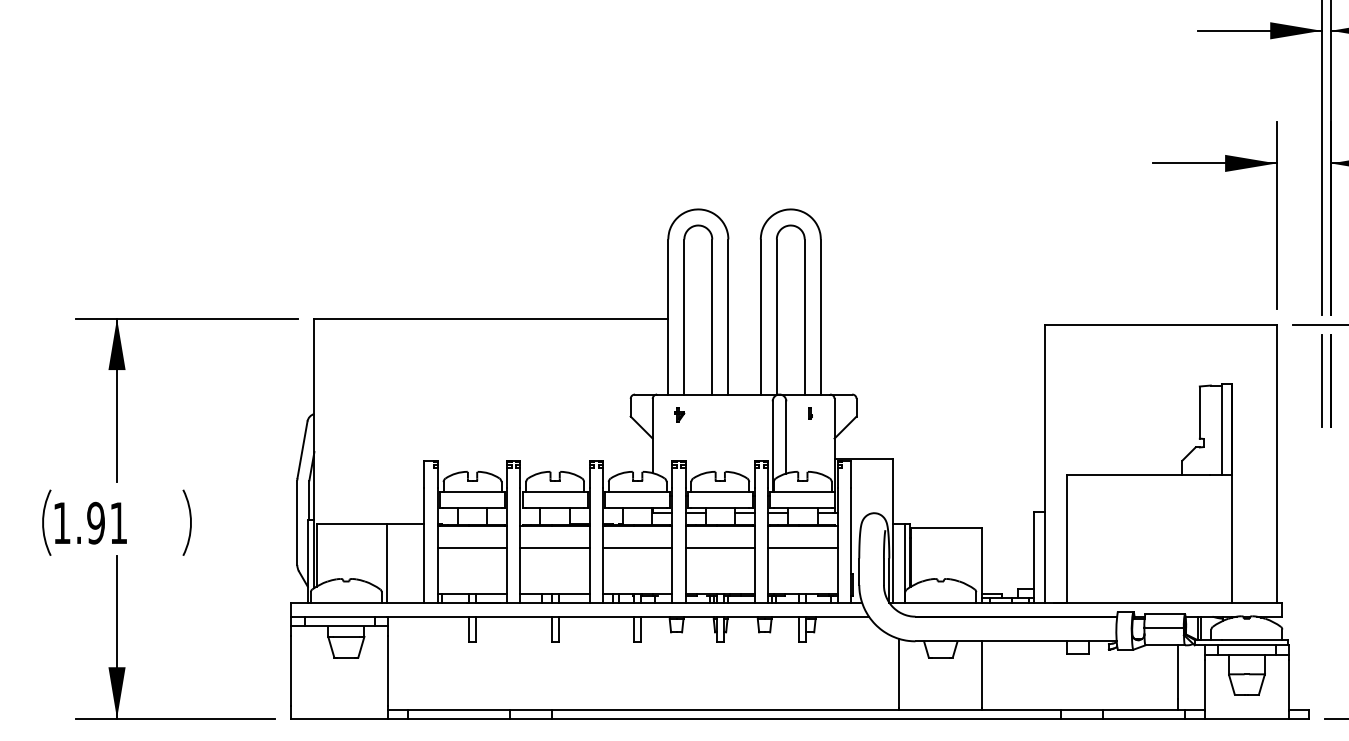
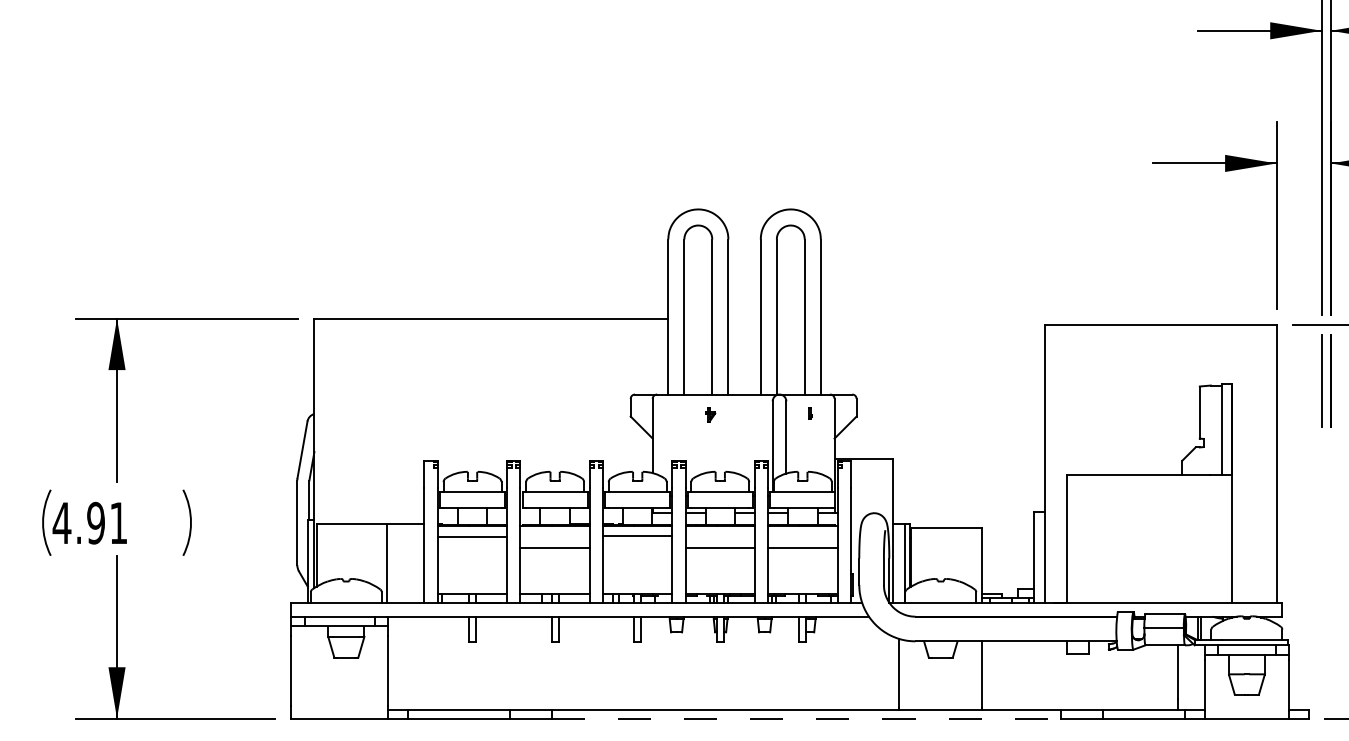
part at (679, 414) position: (679, 414) -> (710, 414)
text at (61, 522): 1.91 -> 4.91
line at (472, 547) position: (472, 547) -> (472, 536)
line at (637, 547) position: (637, 547) -> (637, 535)
line at (807, 718): solid -> dashed
